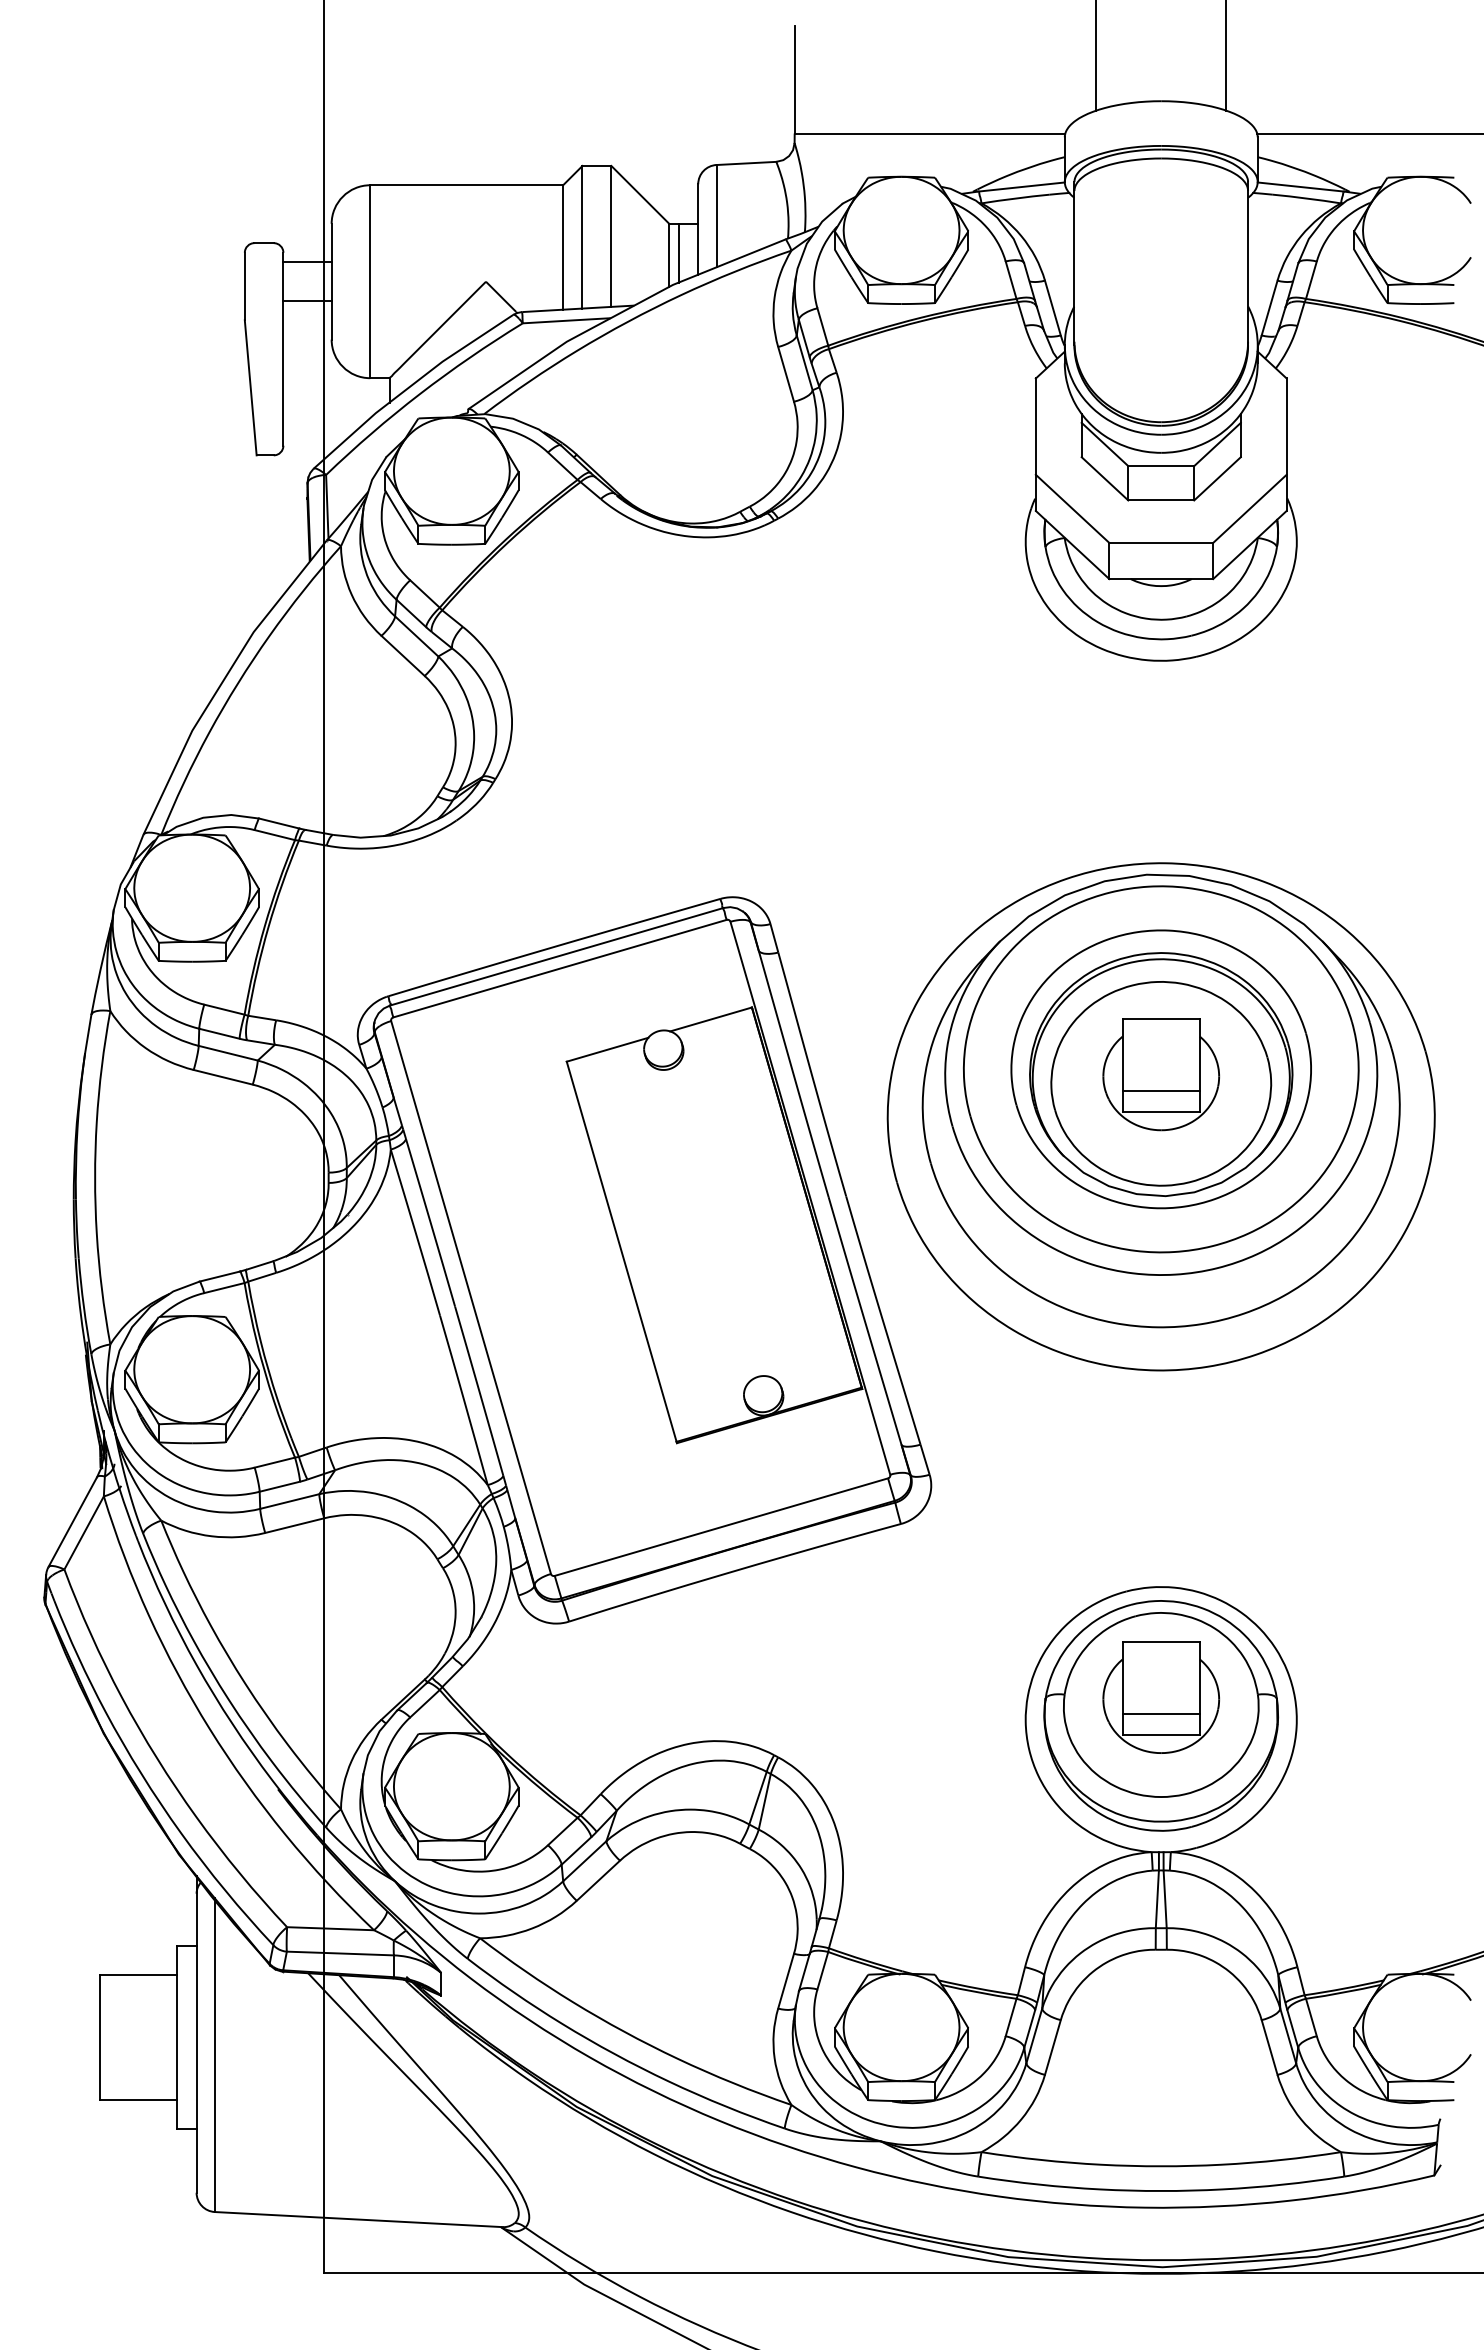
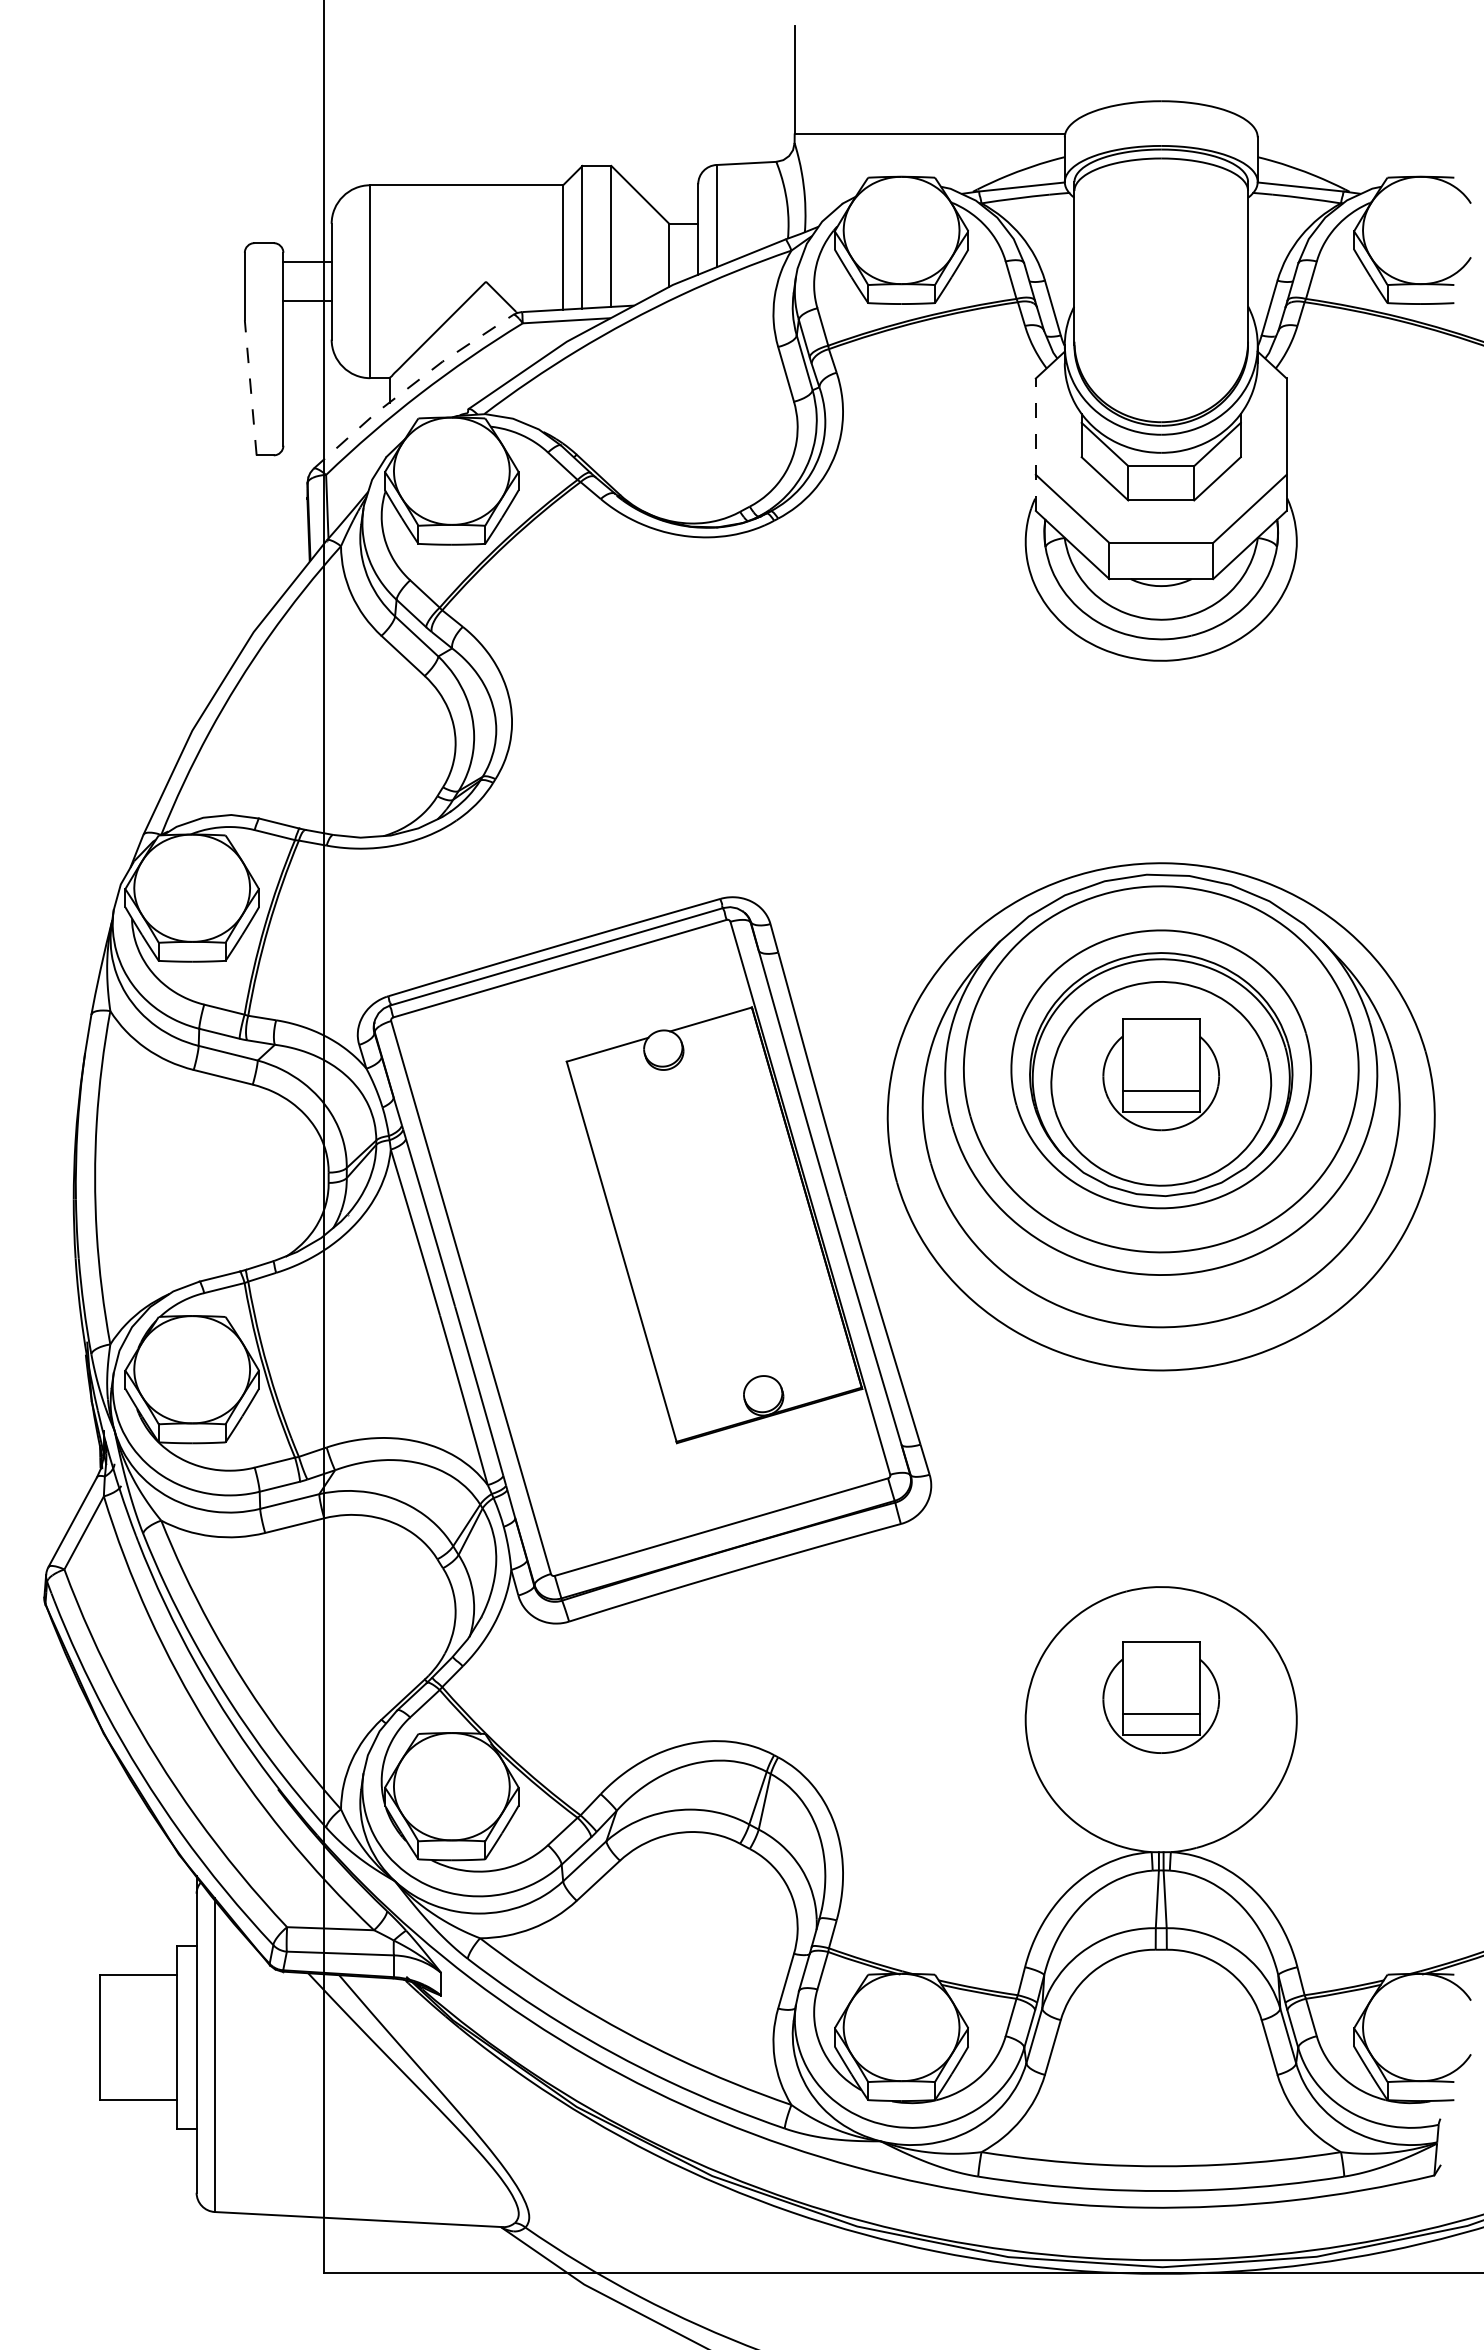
line at (1096, 56): present -> none
line at (1226, 56): present -> none
line at (1368, 134): present -> none
line at (678, 252): present -> none
line at (250, 387): solid -> dashed
line at (409, 387): solid -> dashed
line at (1035, 444): solid -> dashed
part at (1160, 1715): present -> none
